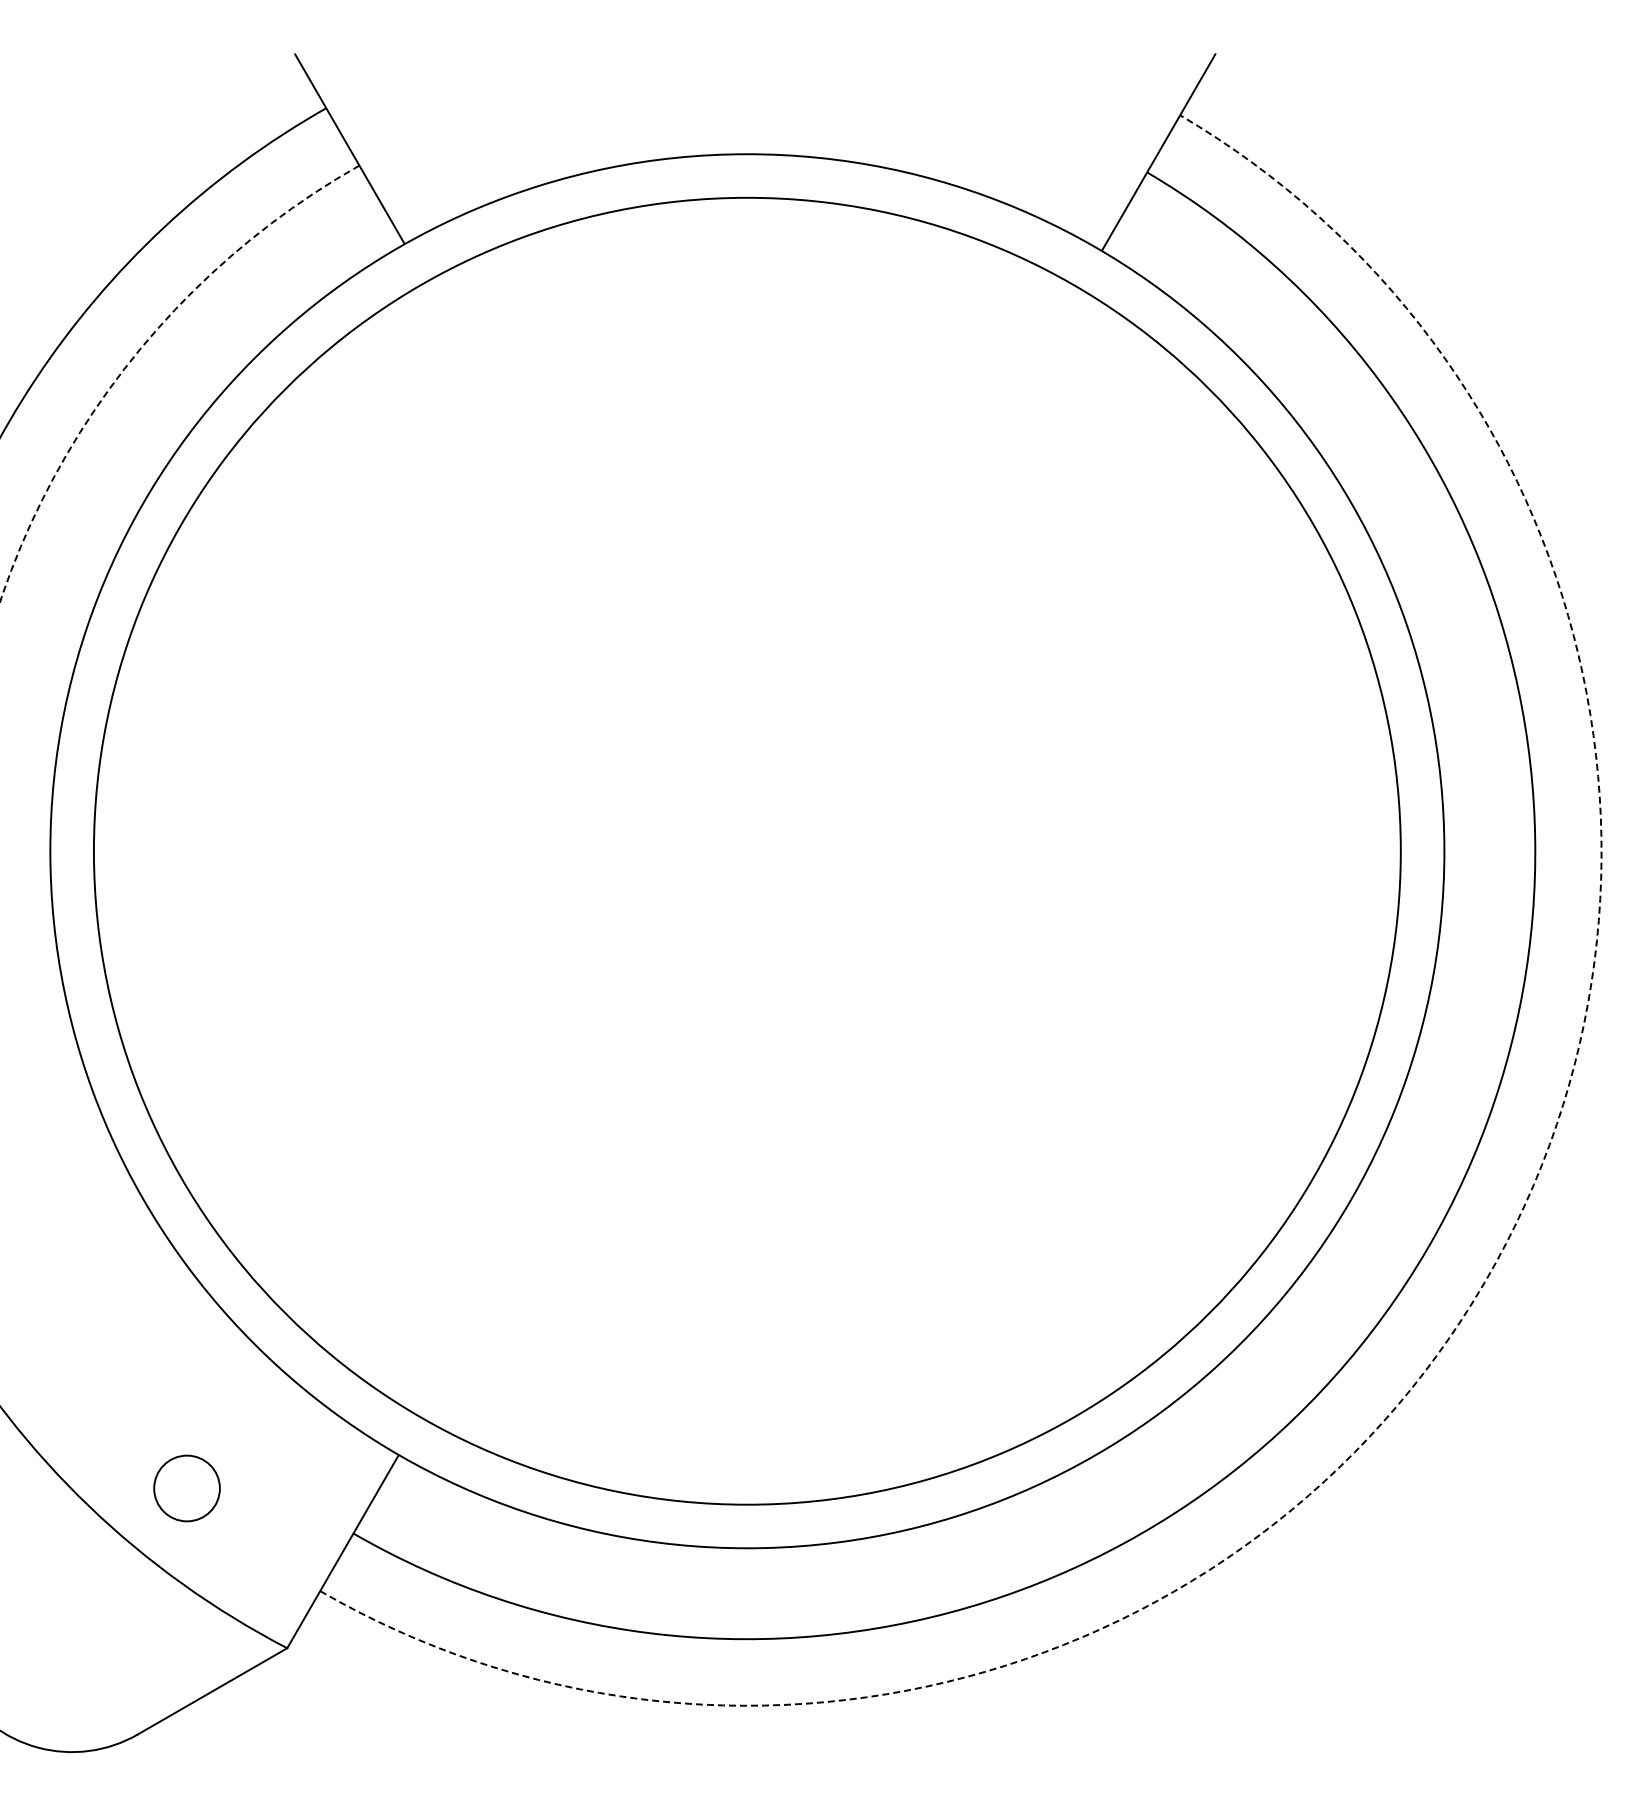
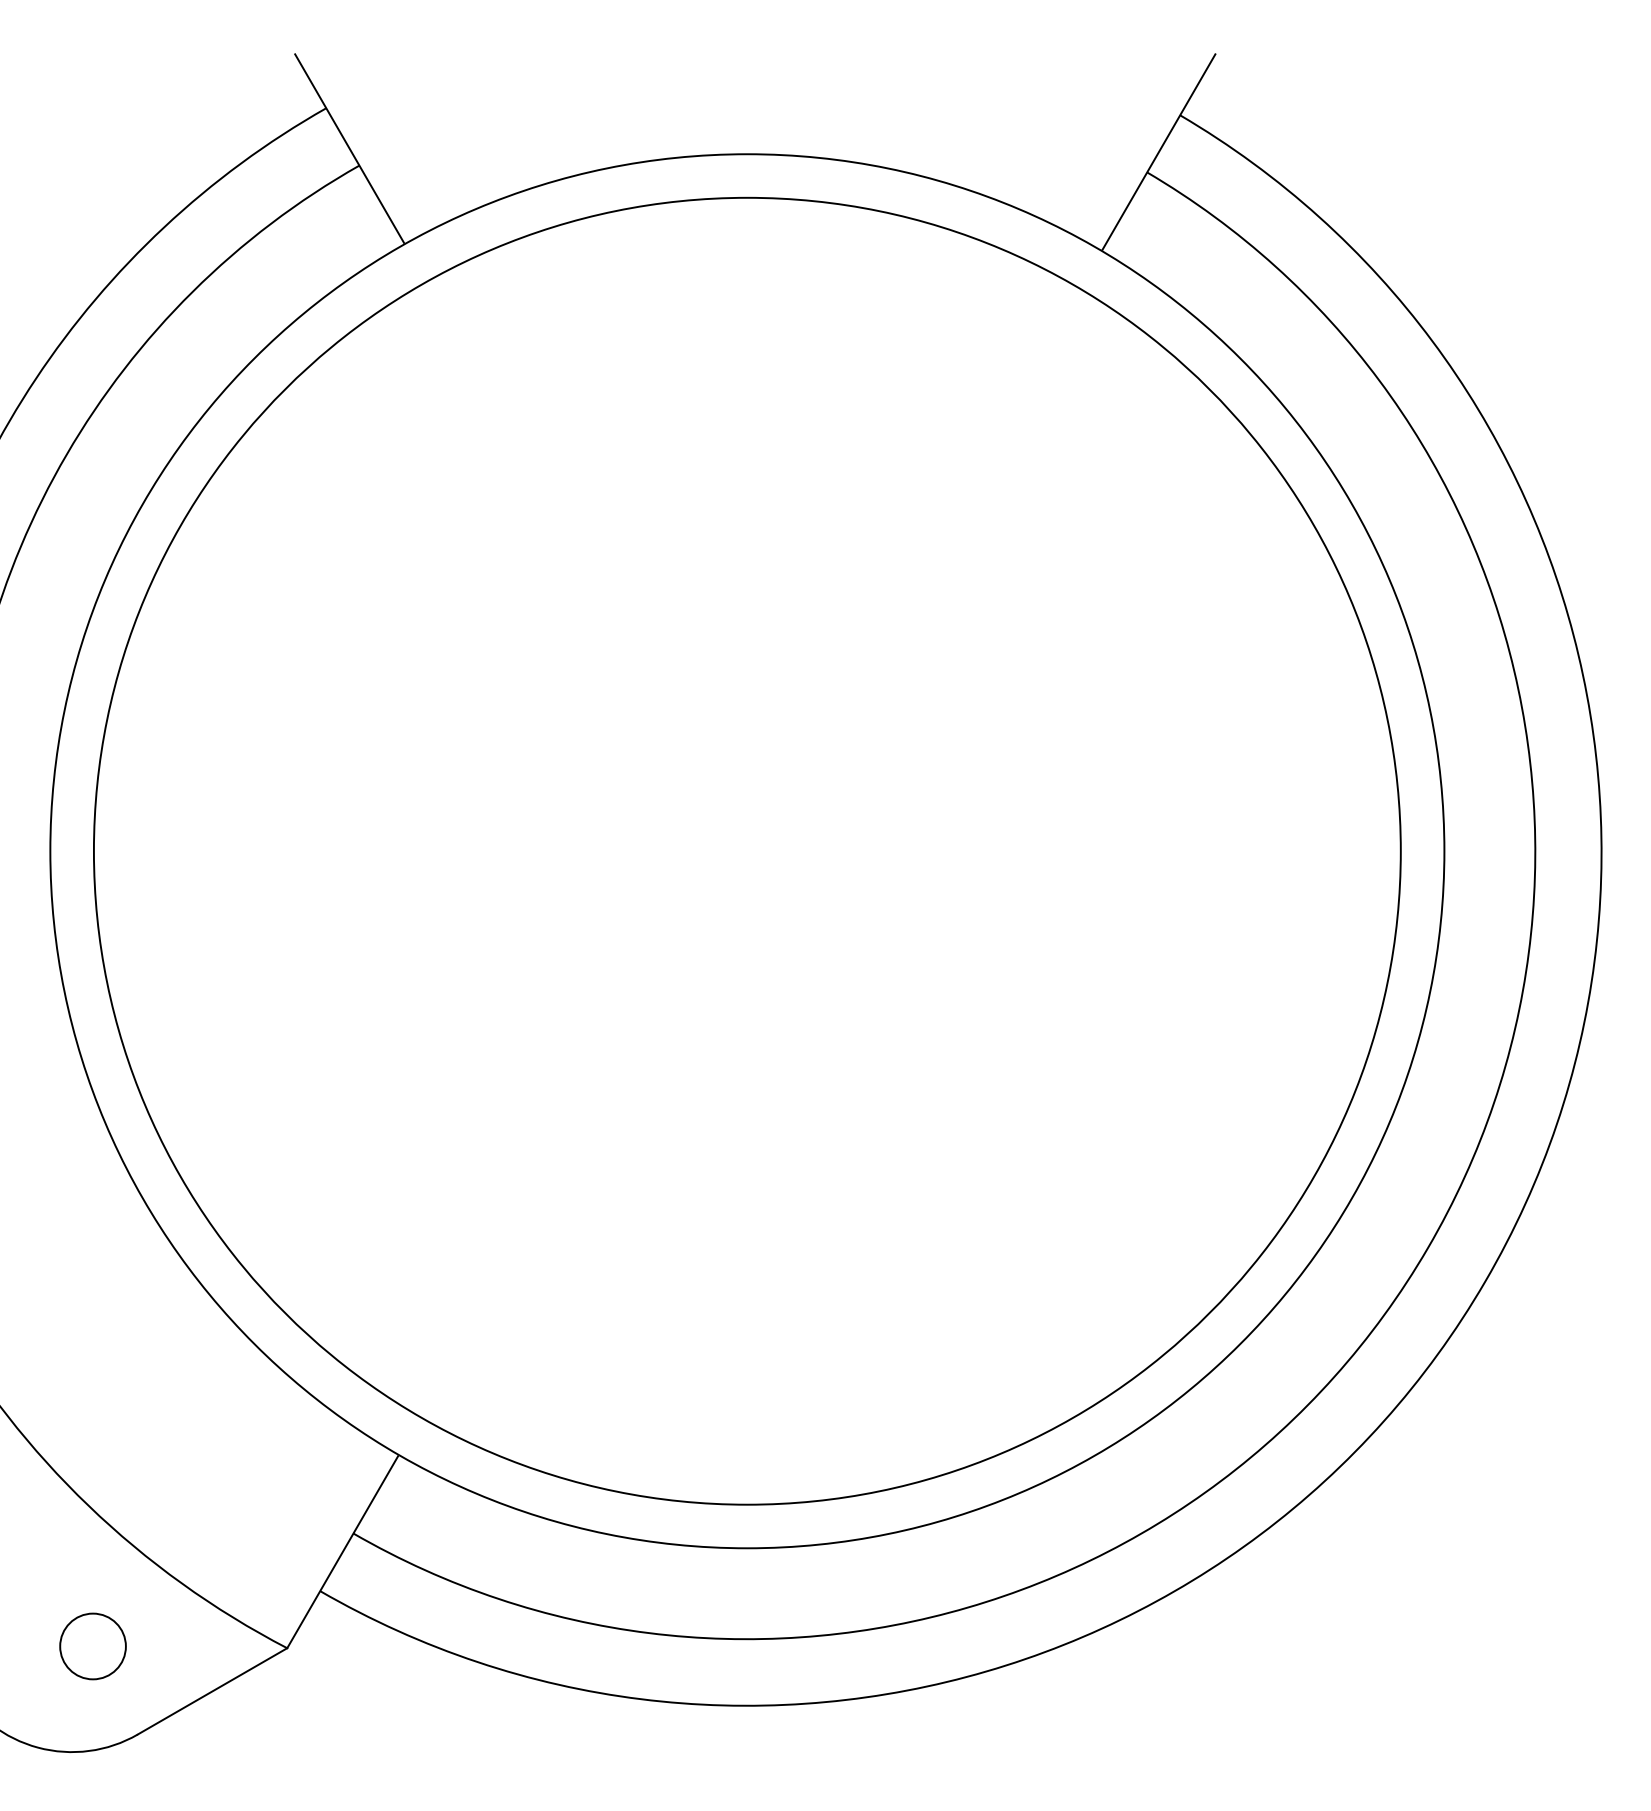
arc at (139, 349): dashed -> solid
arc at (1485, 1281): dashed -> solid
circle at (186, 1488) position: (186, 1488) -> (92, 1646)
